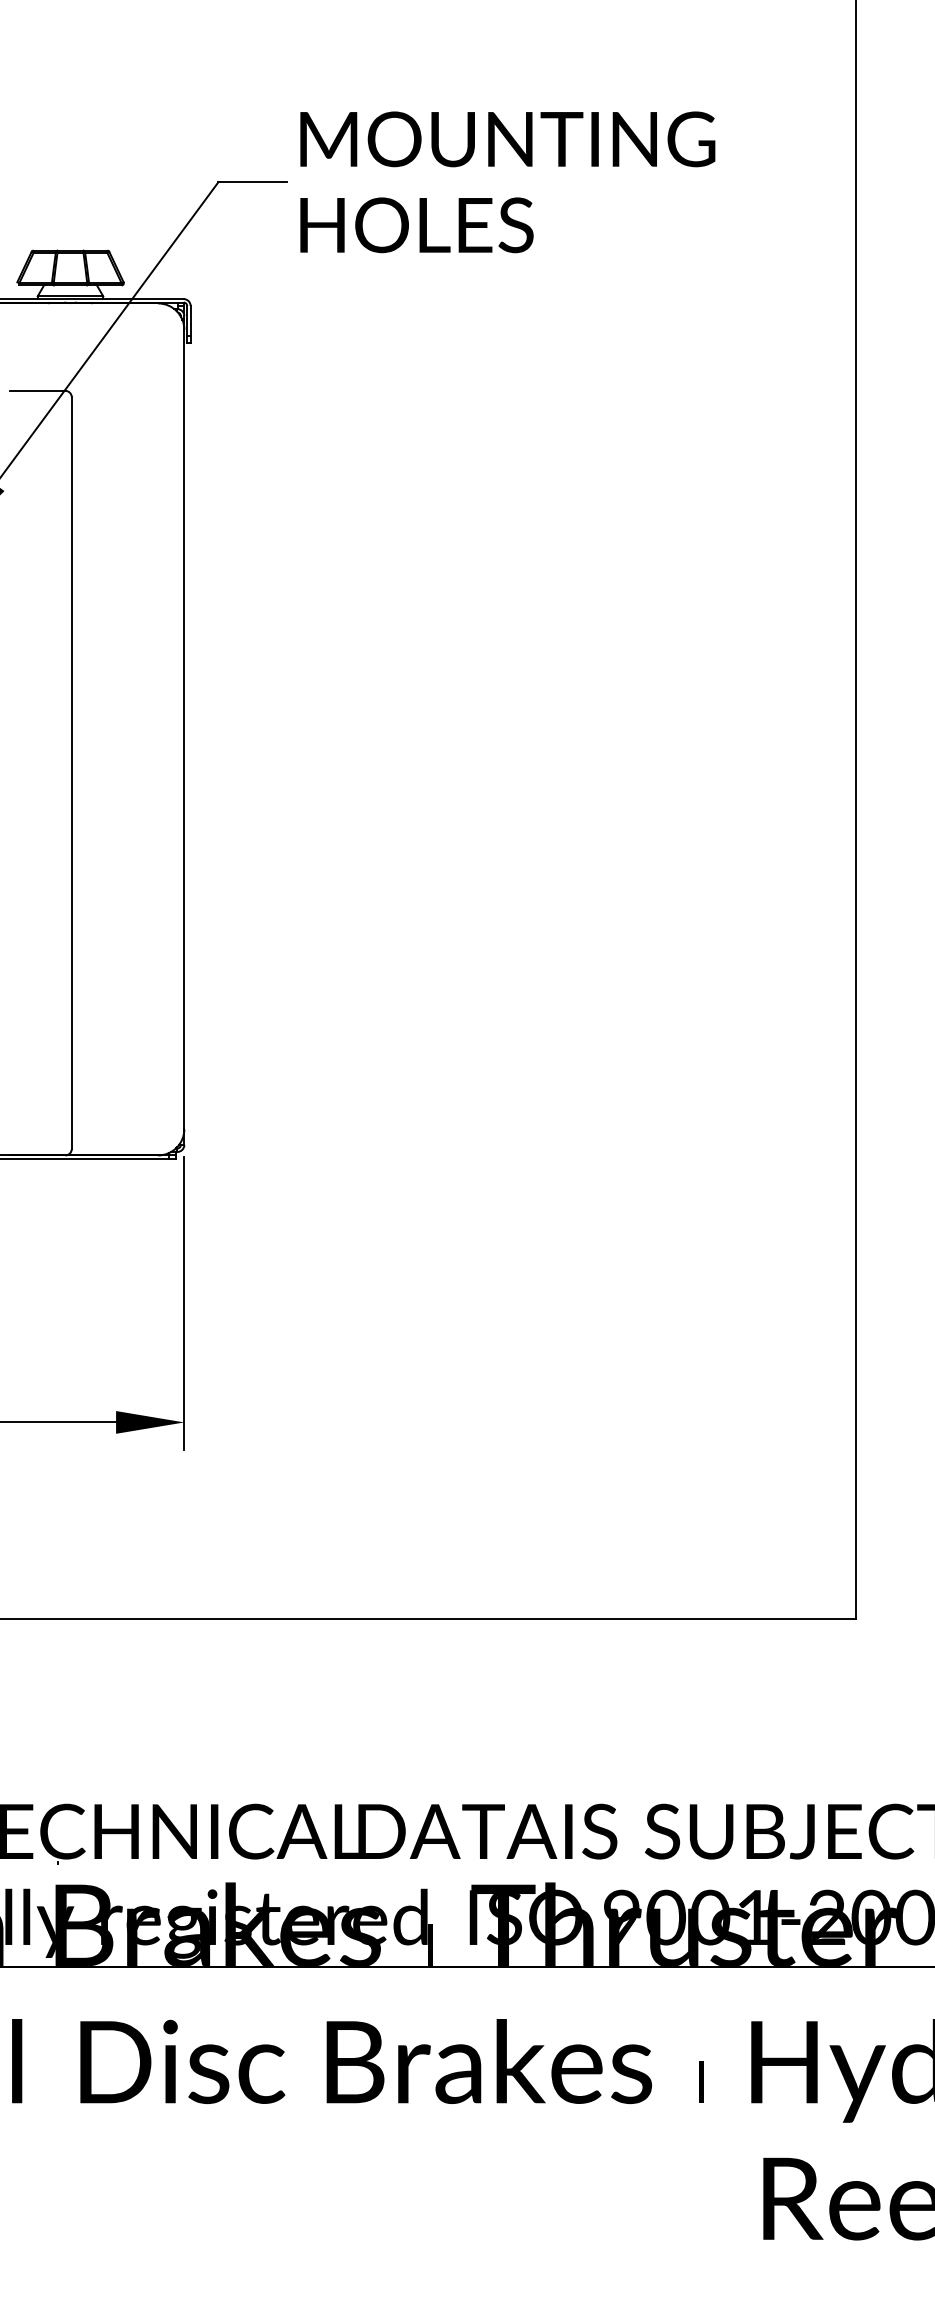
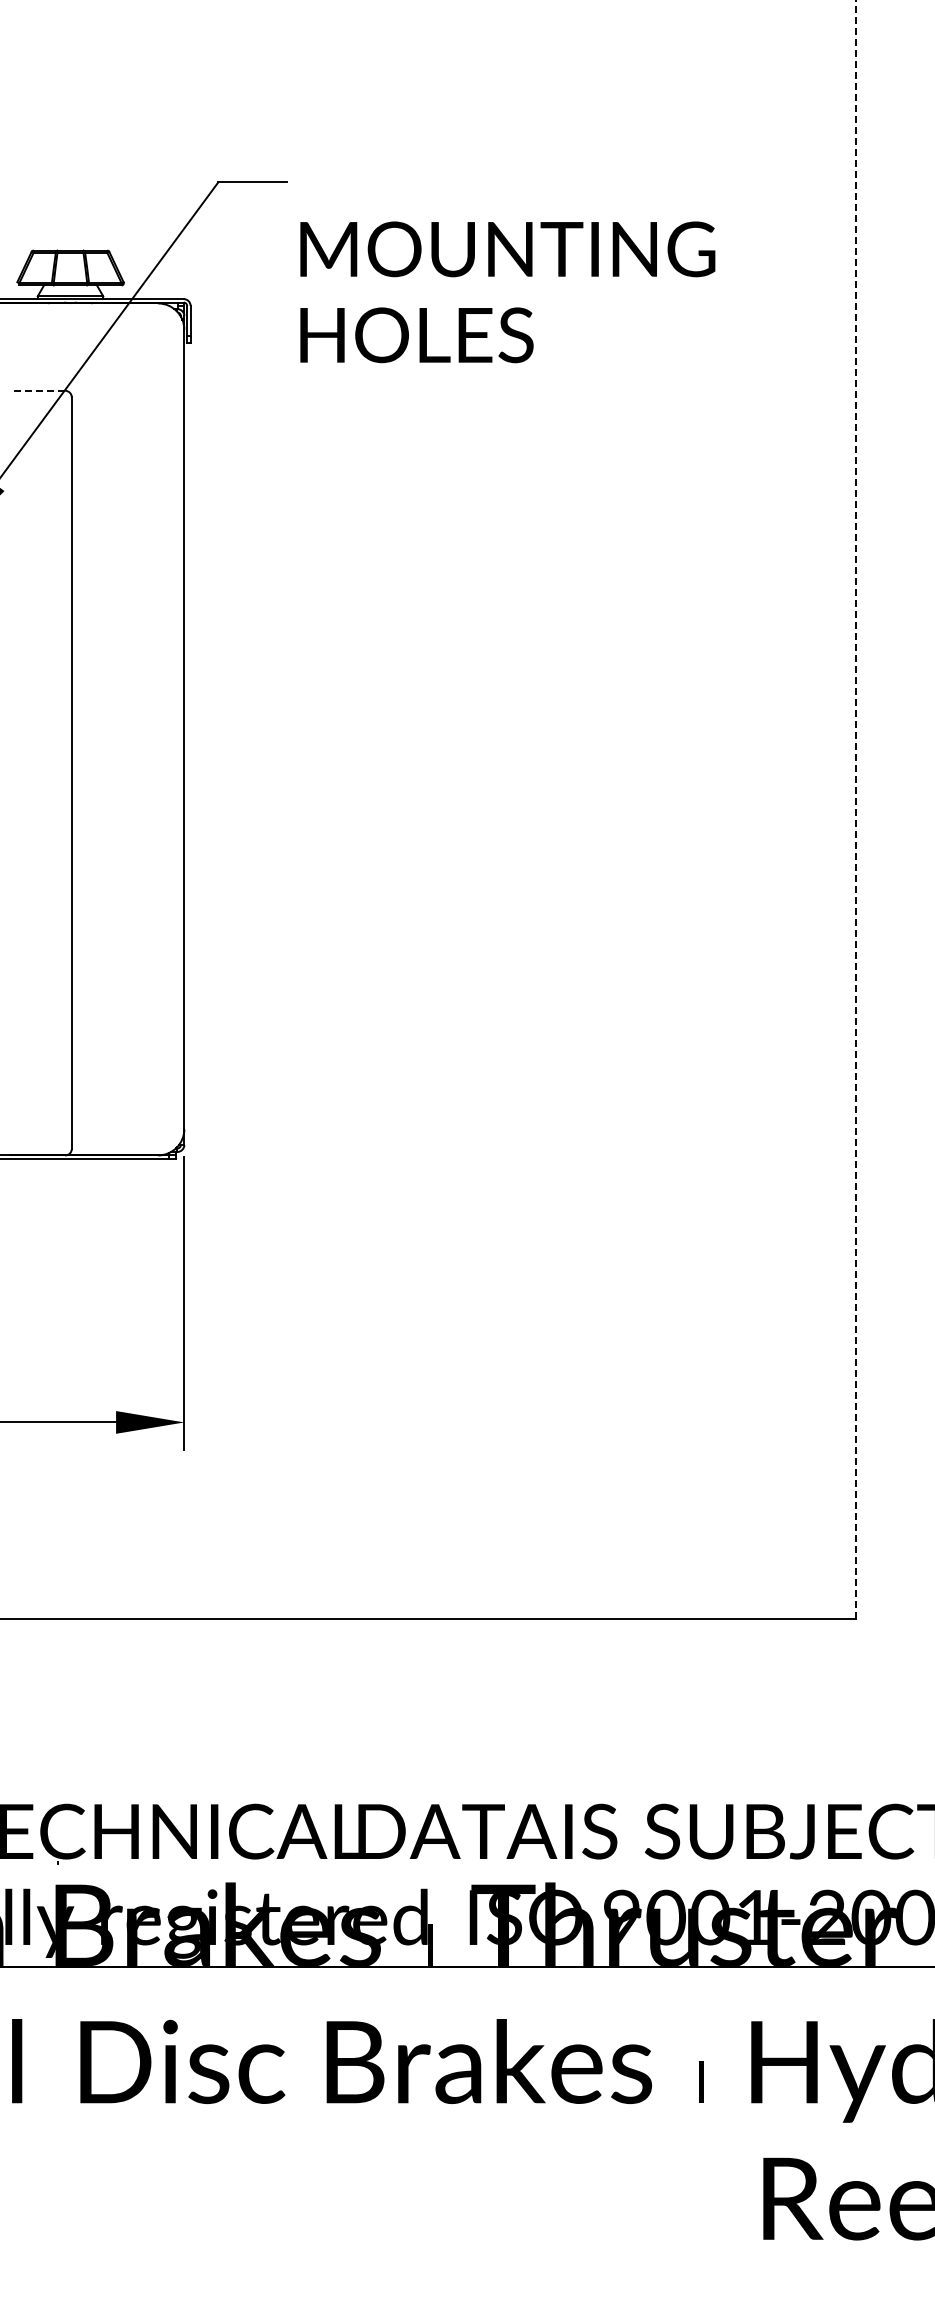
text at (507, 182) position: (507, 182) -> (507, 292)
line at (37, 390): solid -> dashed
line at (855, 809): solid -> dashed
